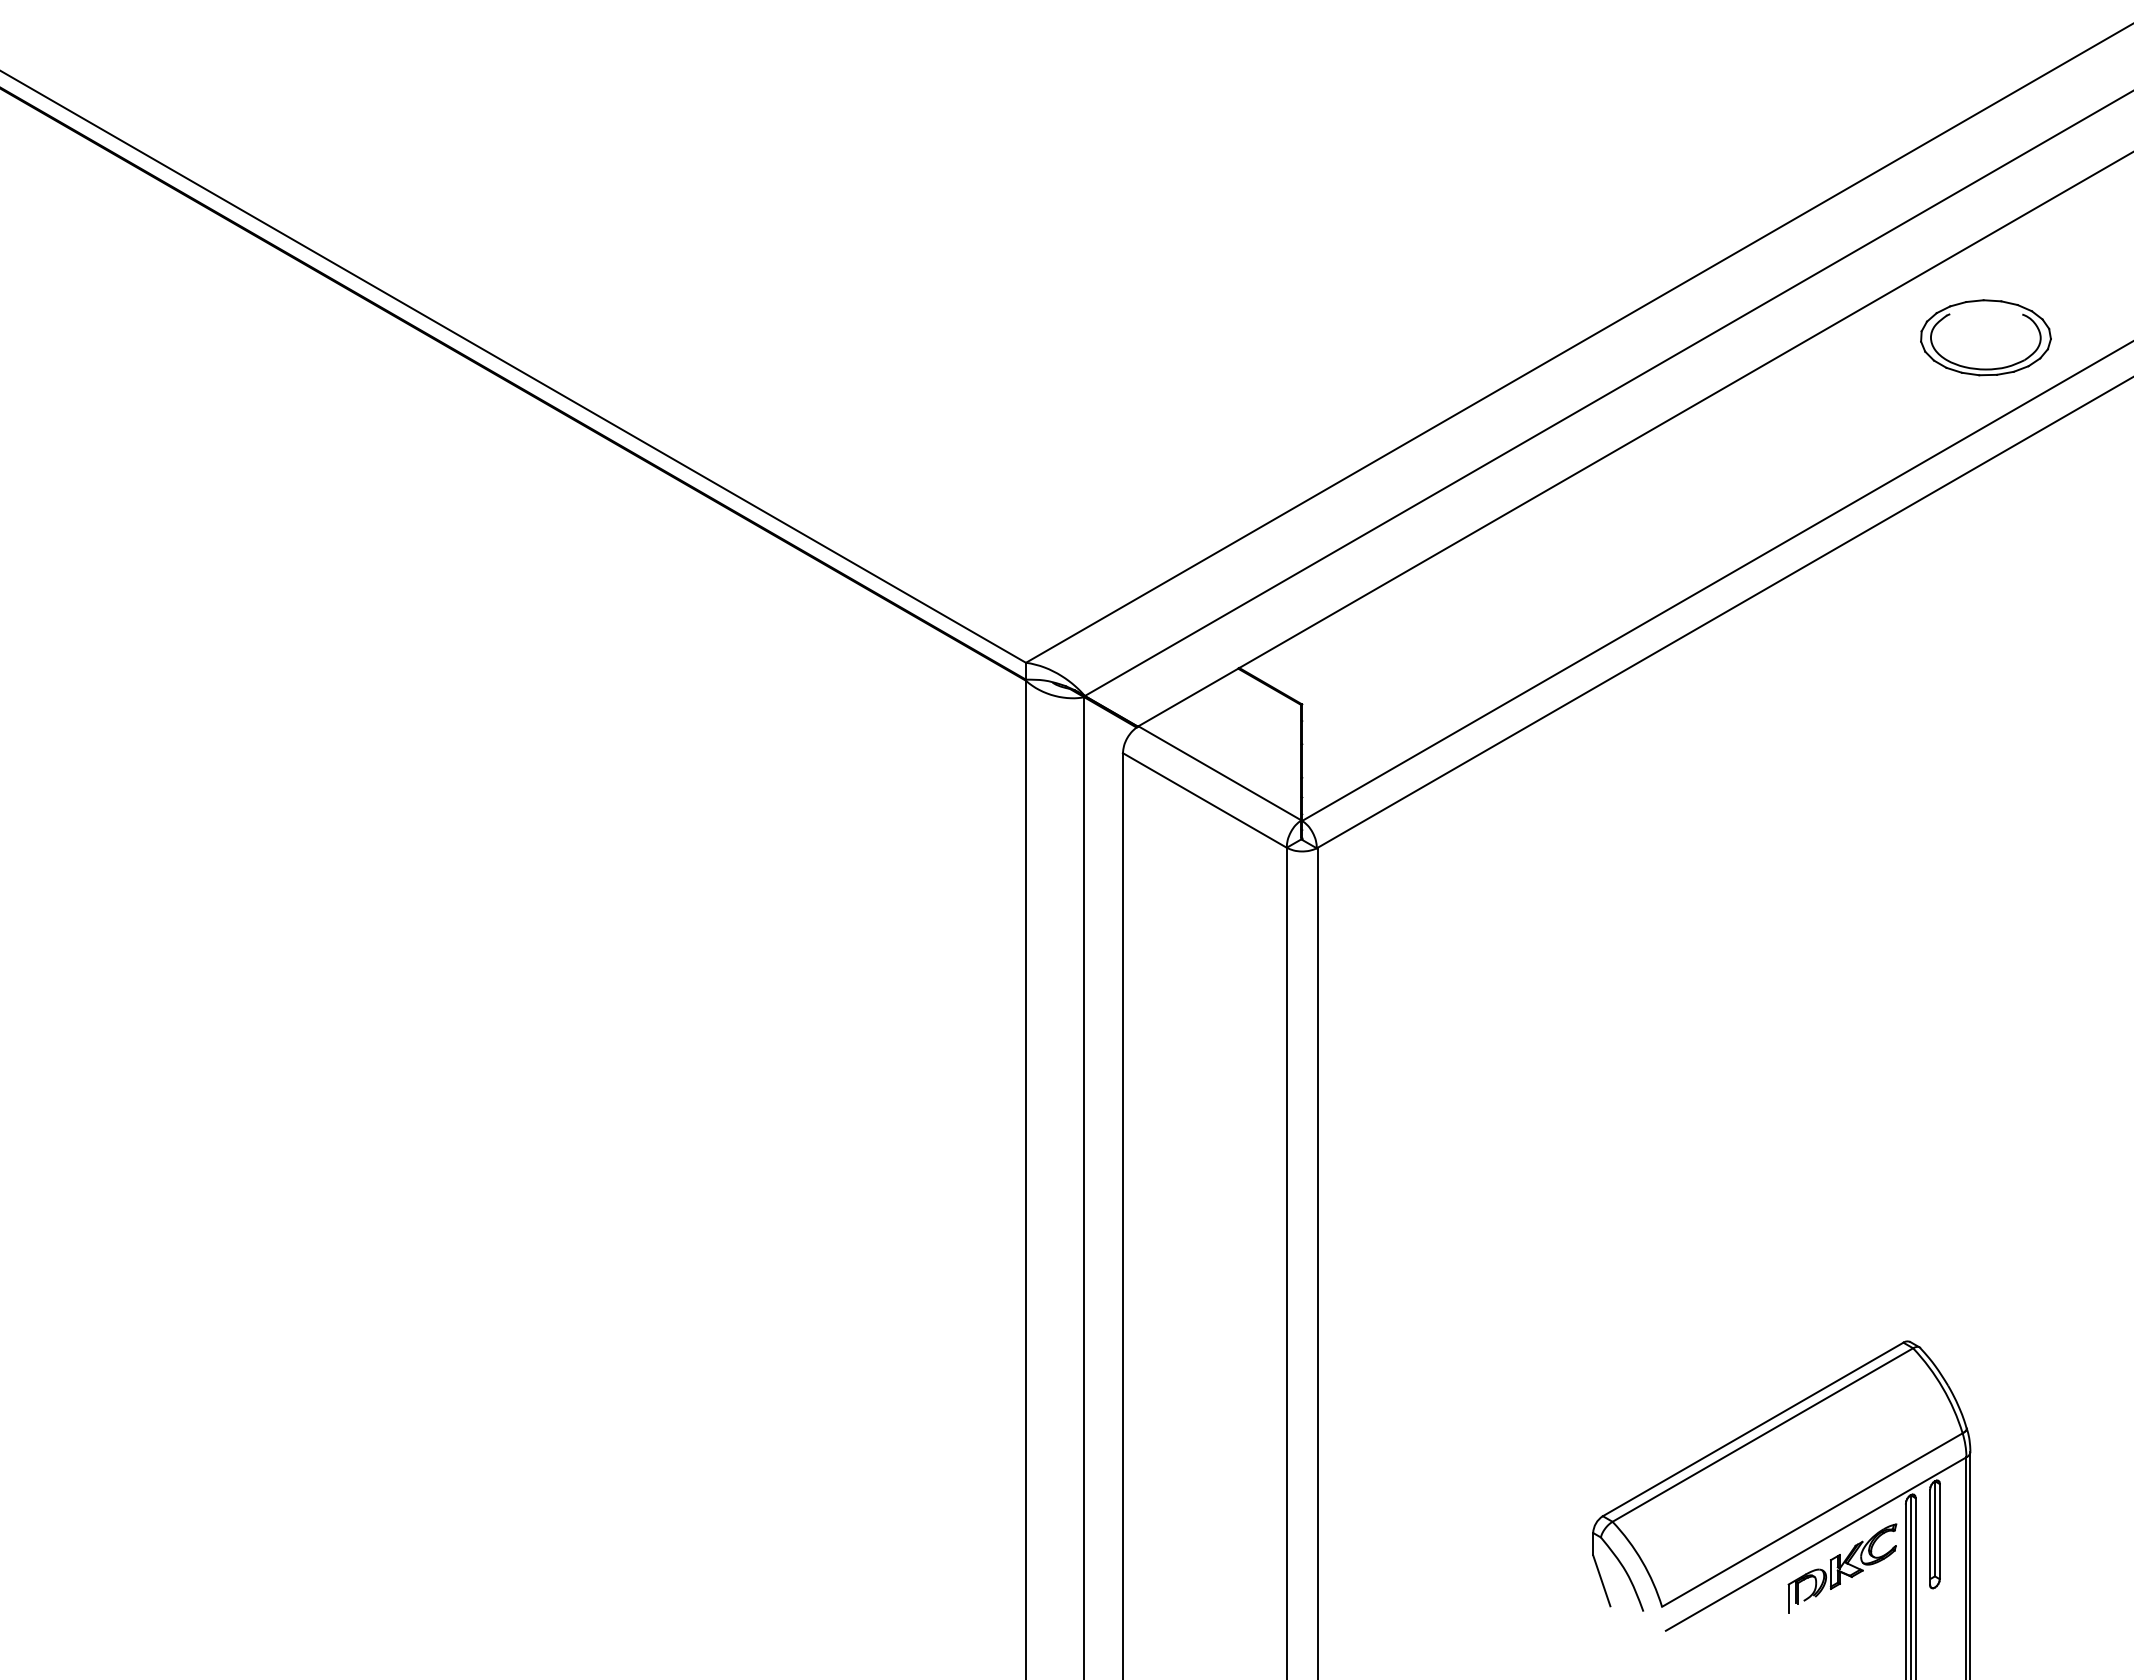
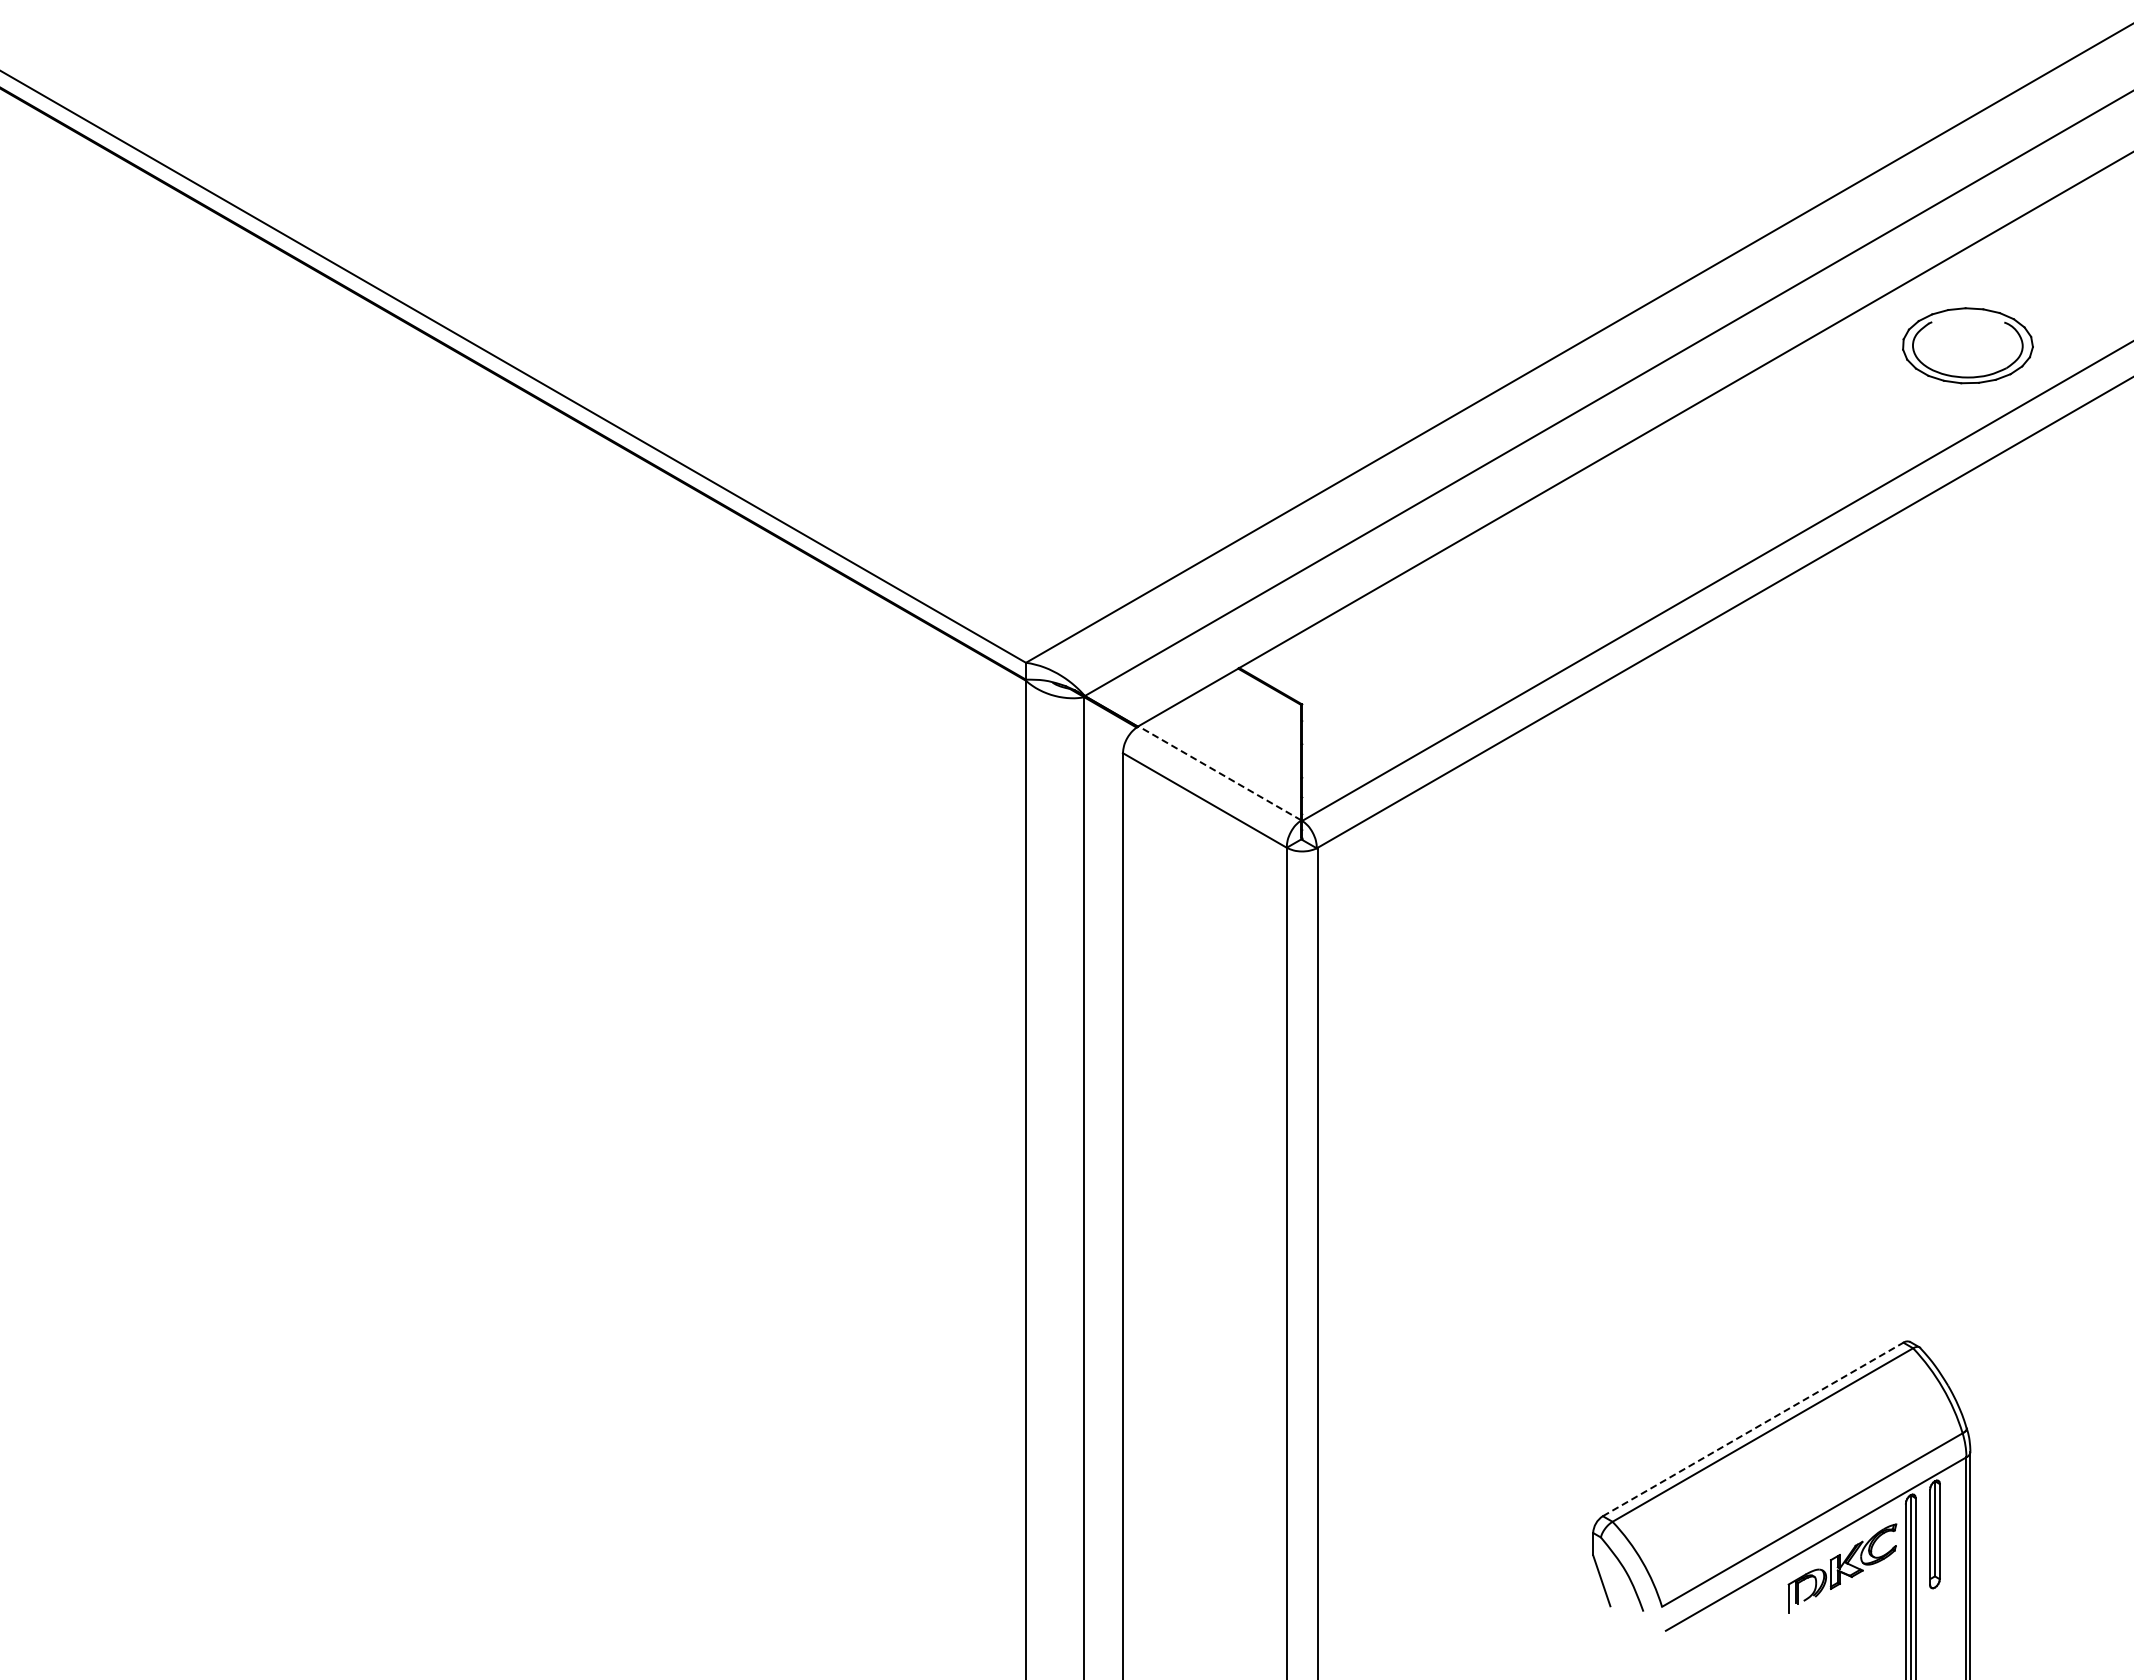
part at (1985, 337) position: (1985, 337) -> (1967, 345)
line at (1219, 773): solid -> dashed
line at (1753, 1429): solid -> dashed
